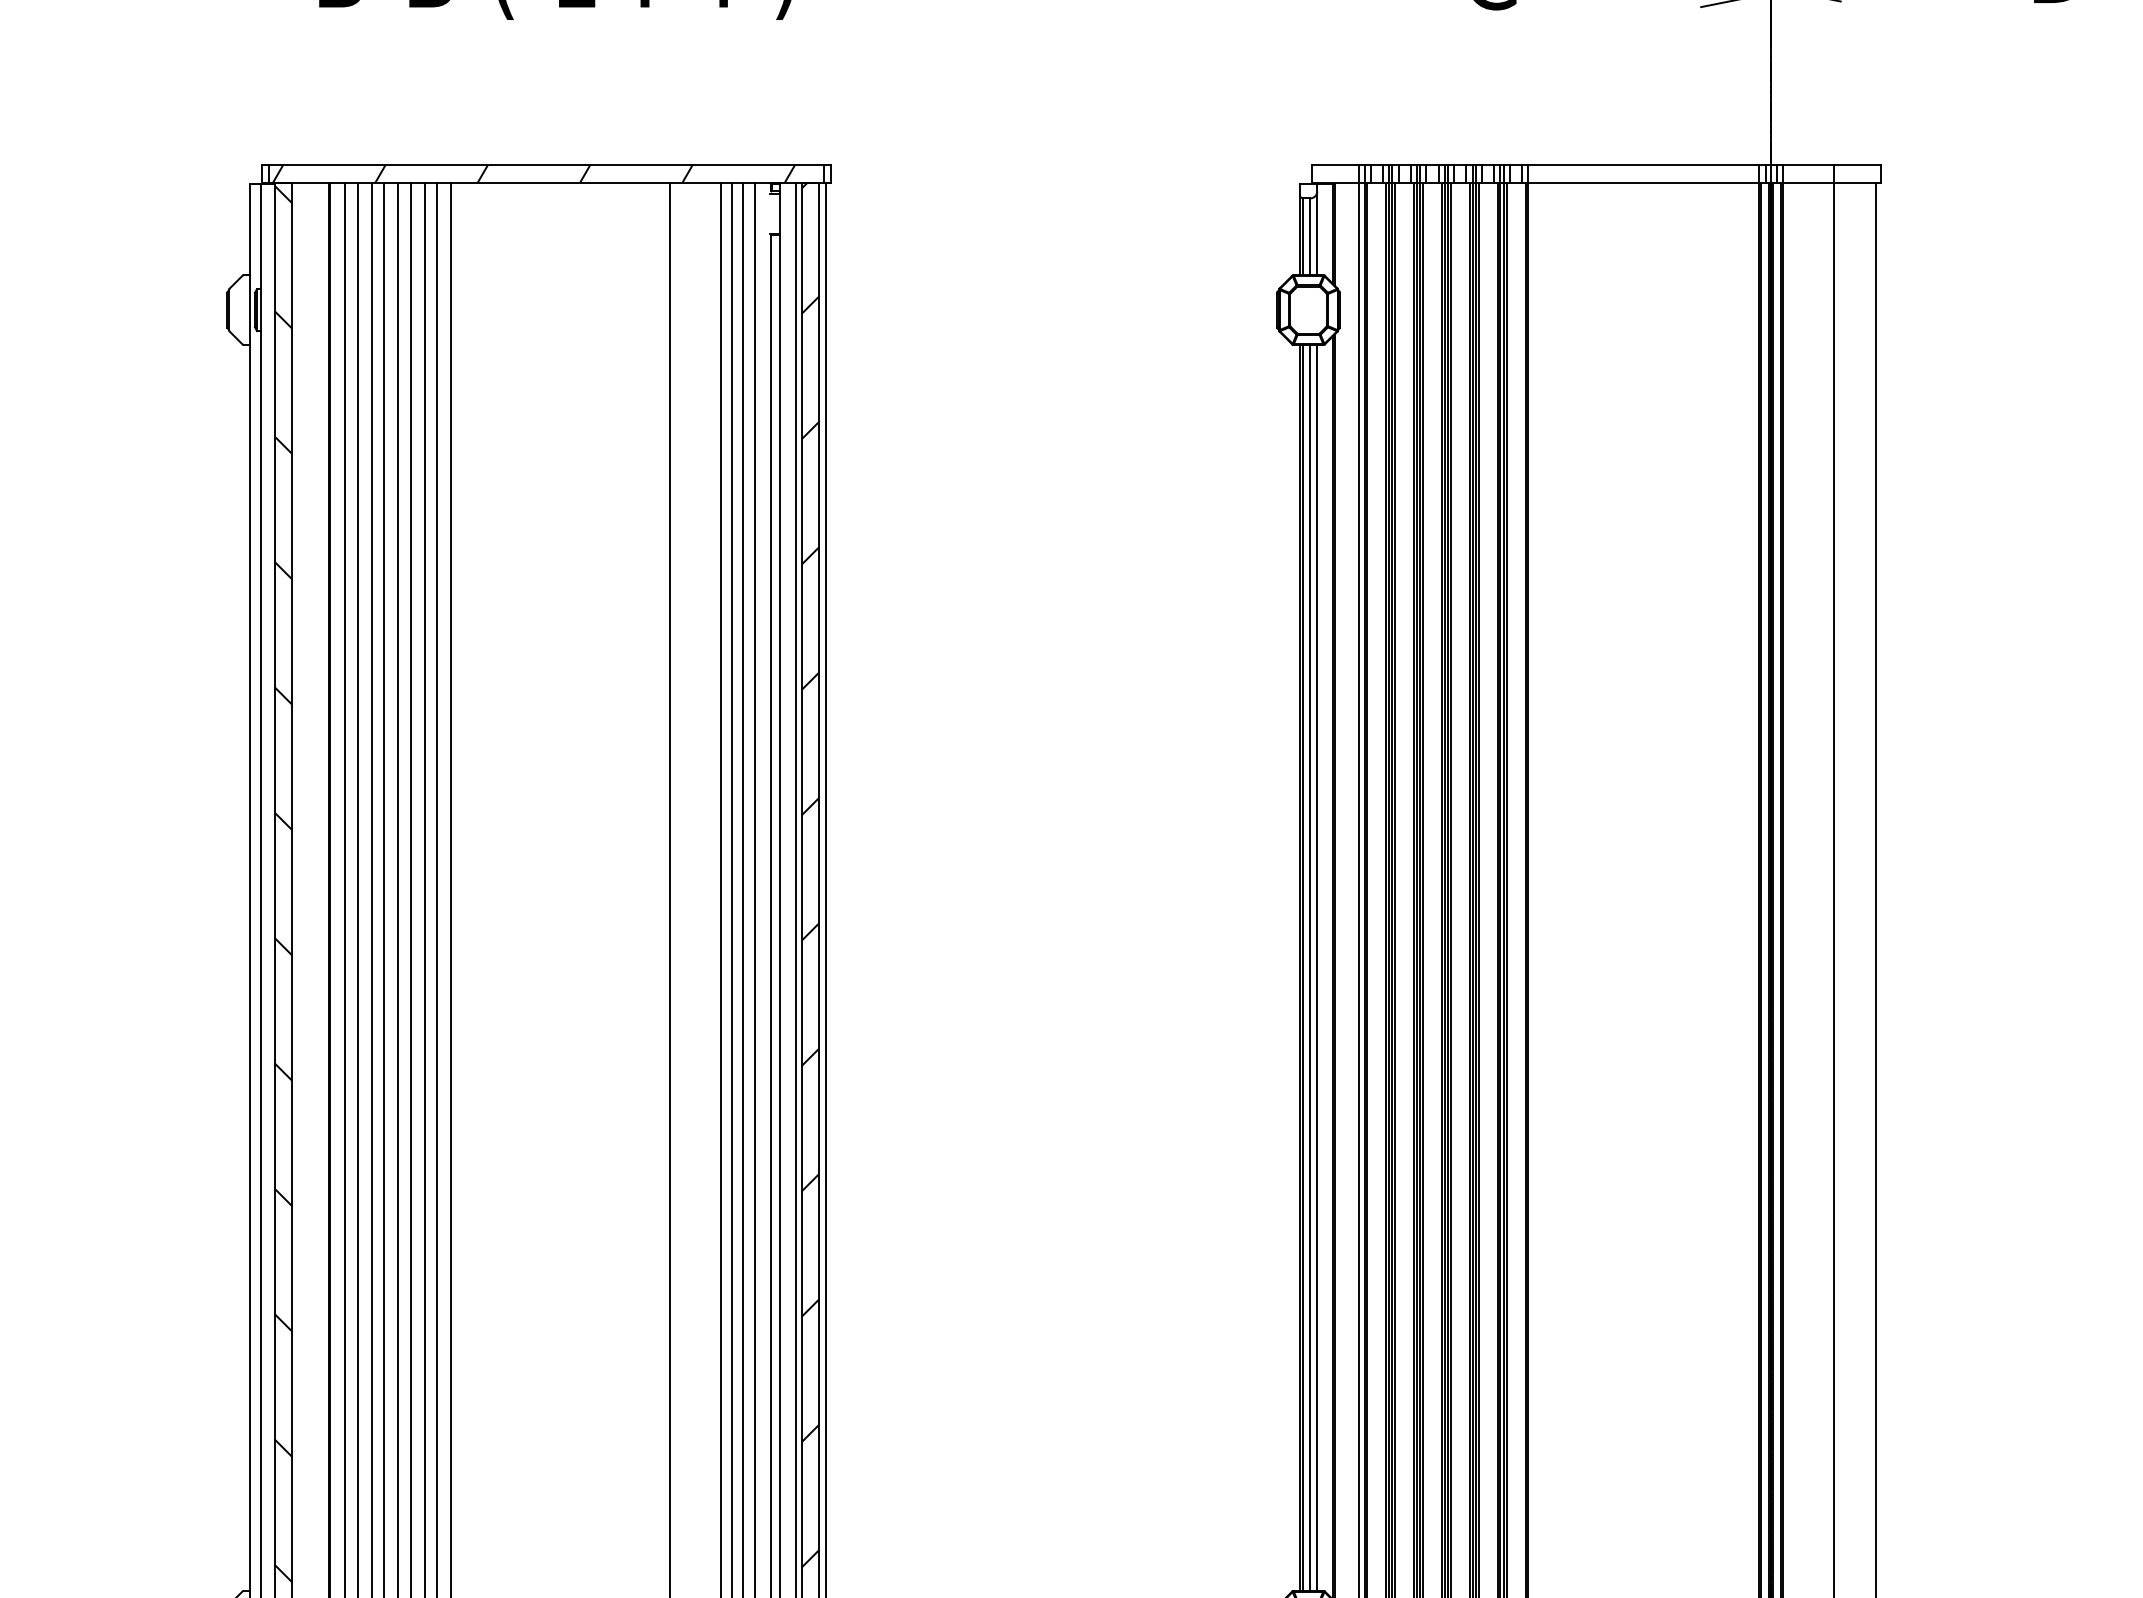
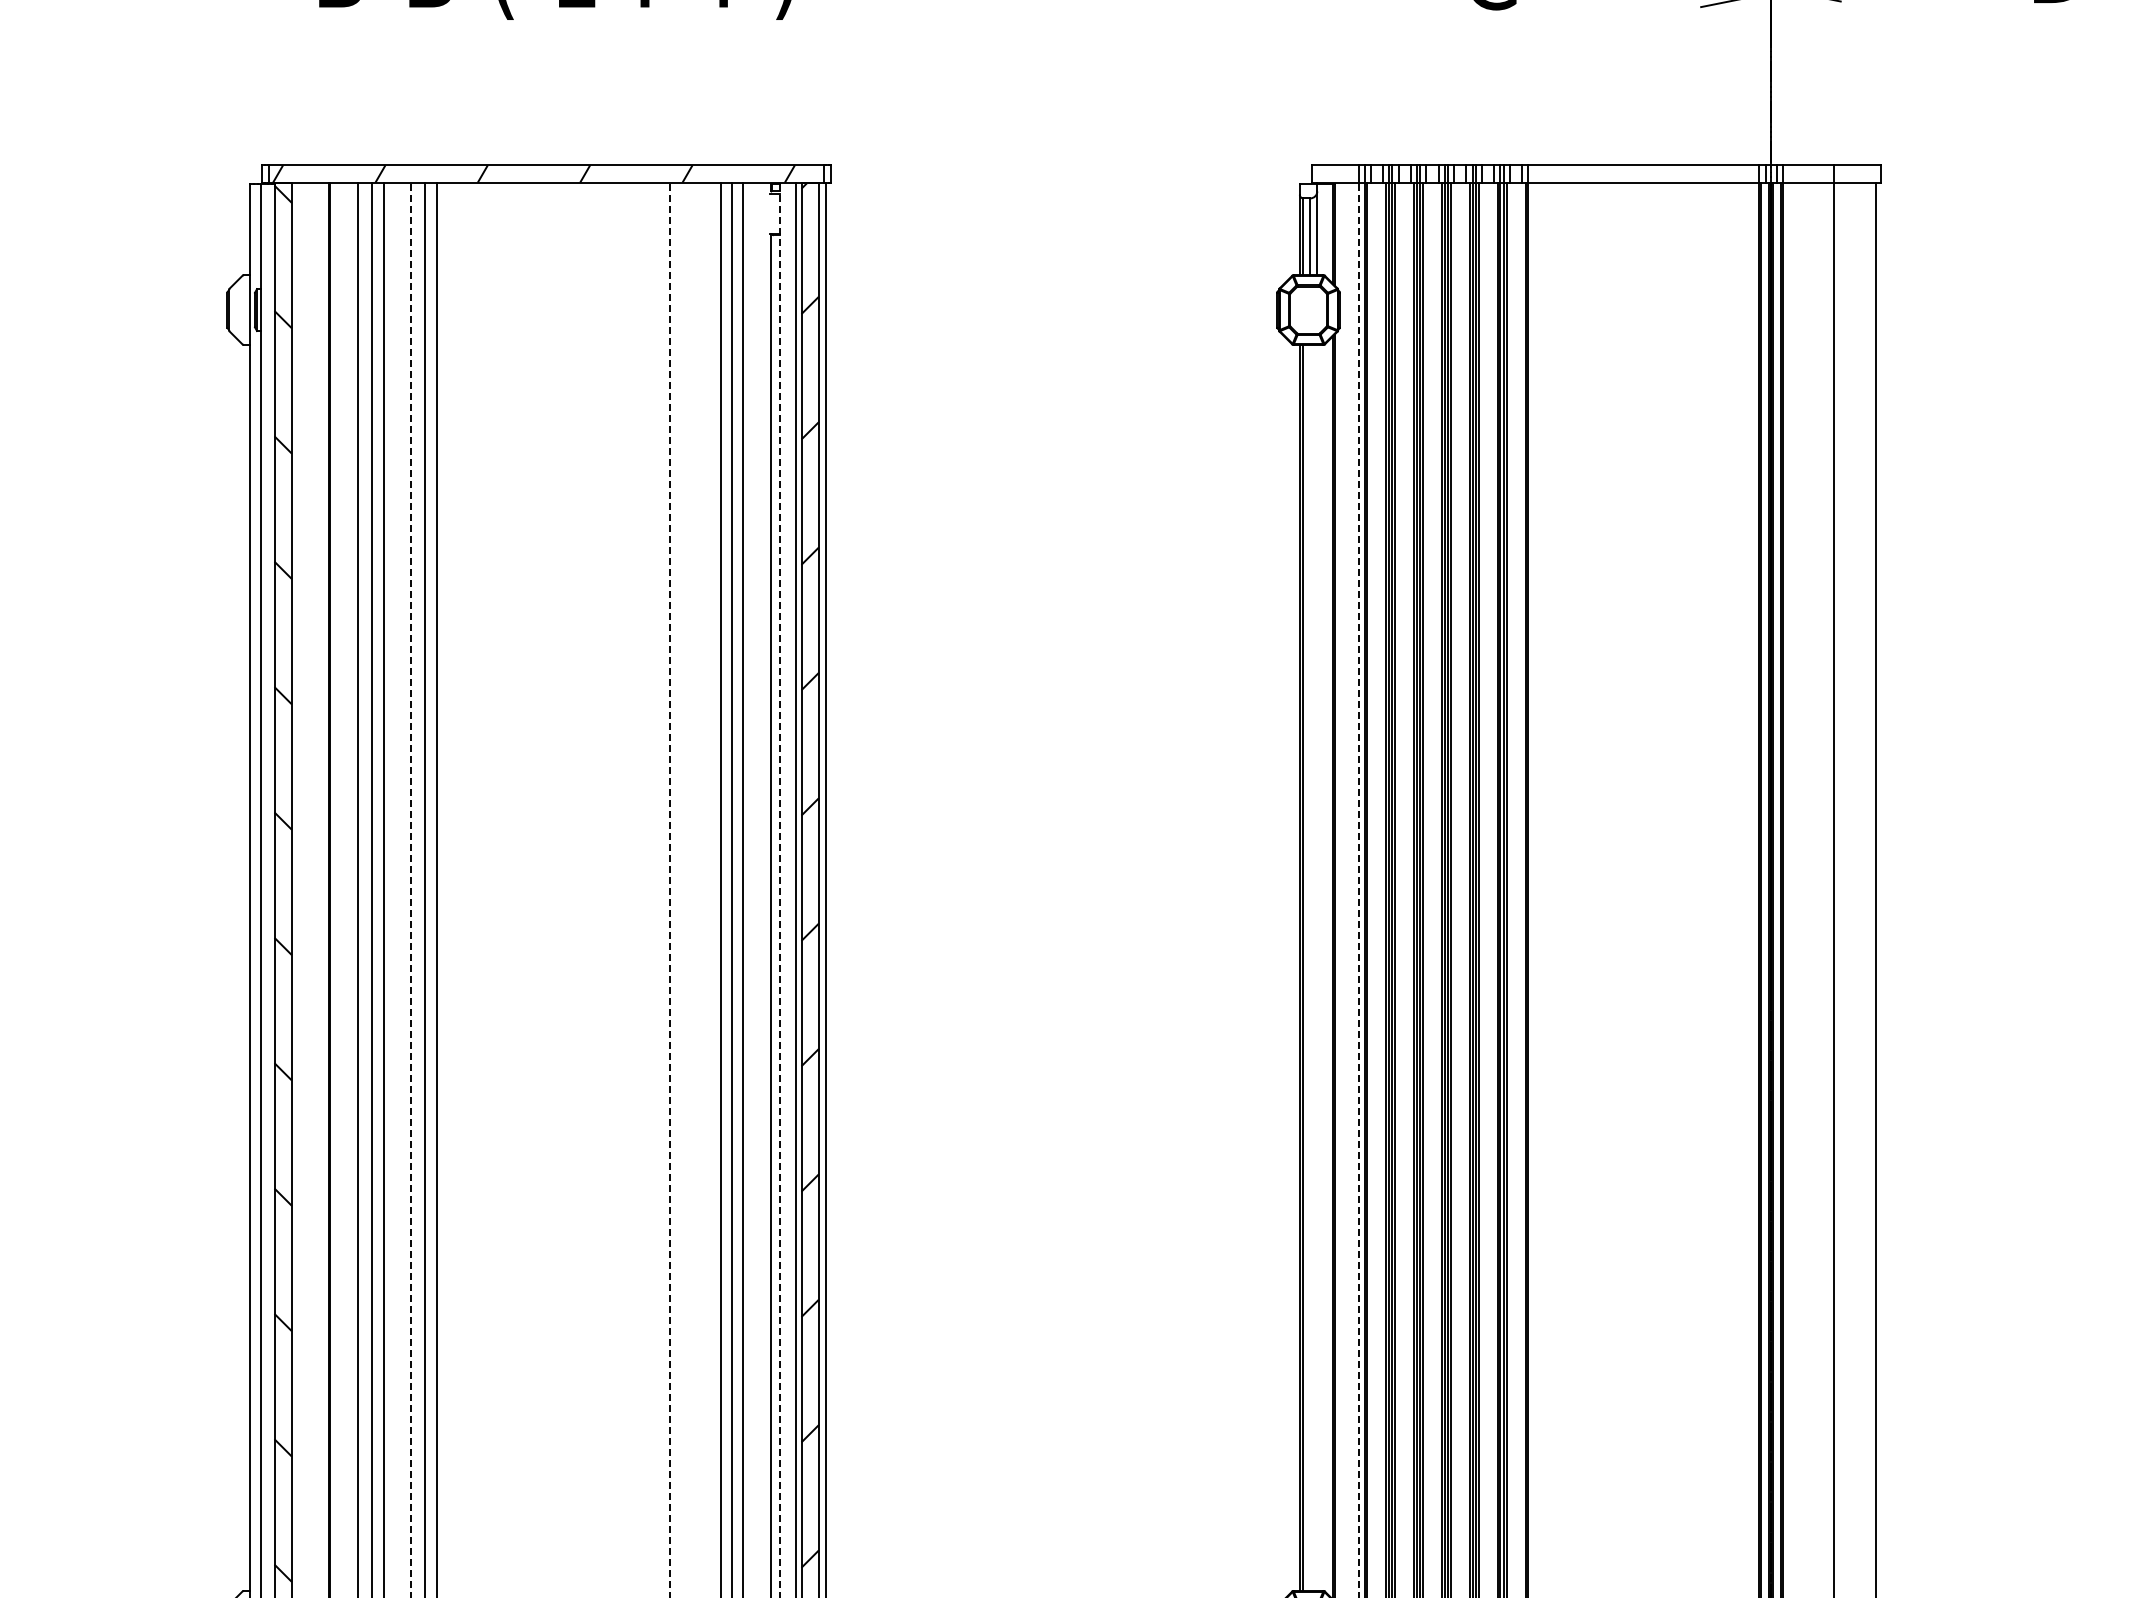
line at (345, 888): present -> none
line at (398, 888): present -> none
line at (451, 888): present -> none
line at (755, 888): present -> none
line at (410, 889): solid -> dashed
line at (670, 889): solid -> dashed
line at (779, 889): solid -> dashed
line at (1359, 889): solid -> dashed
line at (1310, 967): present -> none
line at (1317, 967): present -> none
